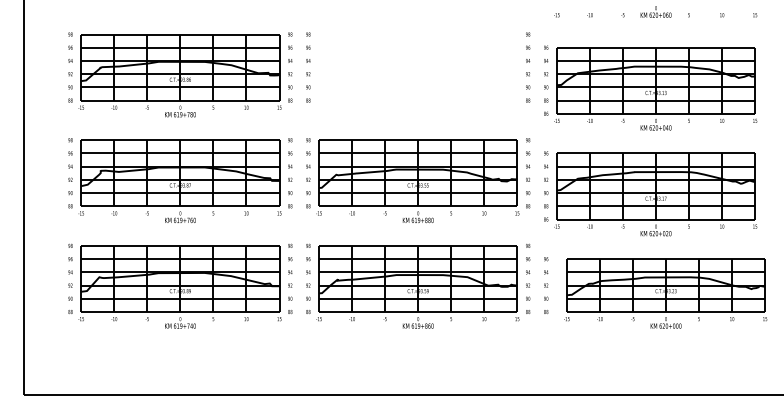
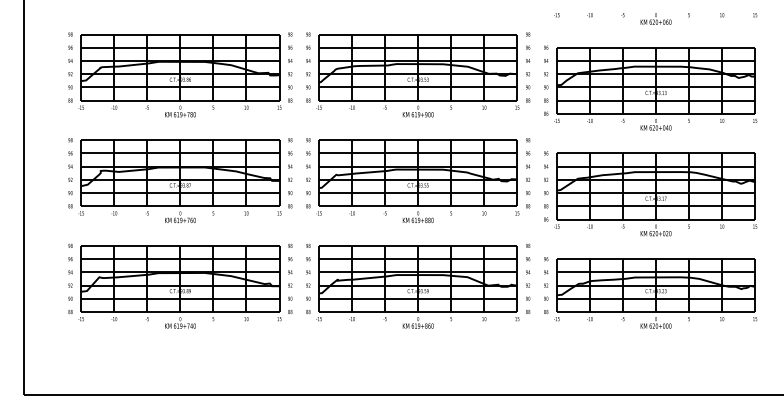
text at (655, 11) position: (655, 11) -> (655, 18)
part at (417, 75): none -> present
part at (665, 293) position: (665, 293) -> (655, 293)
